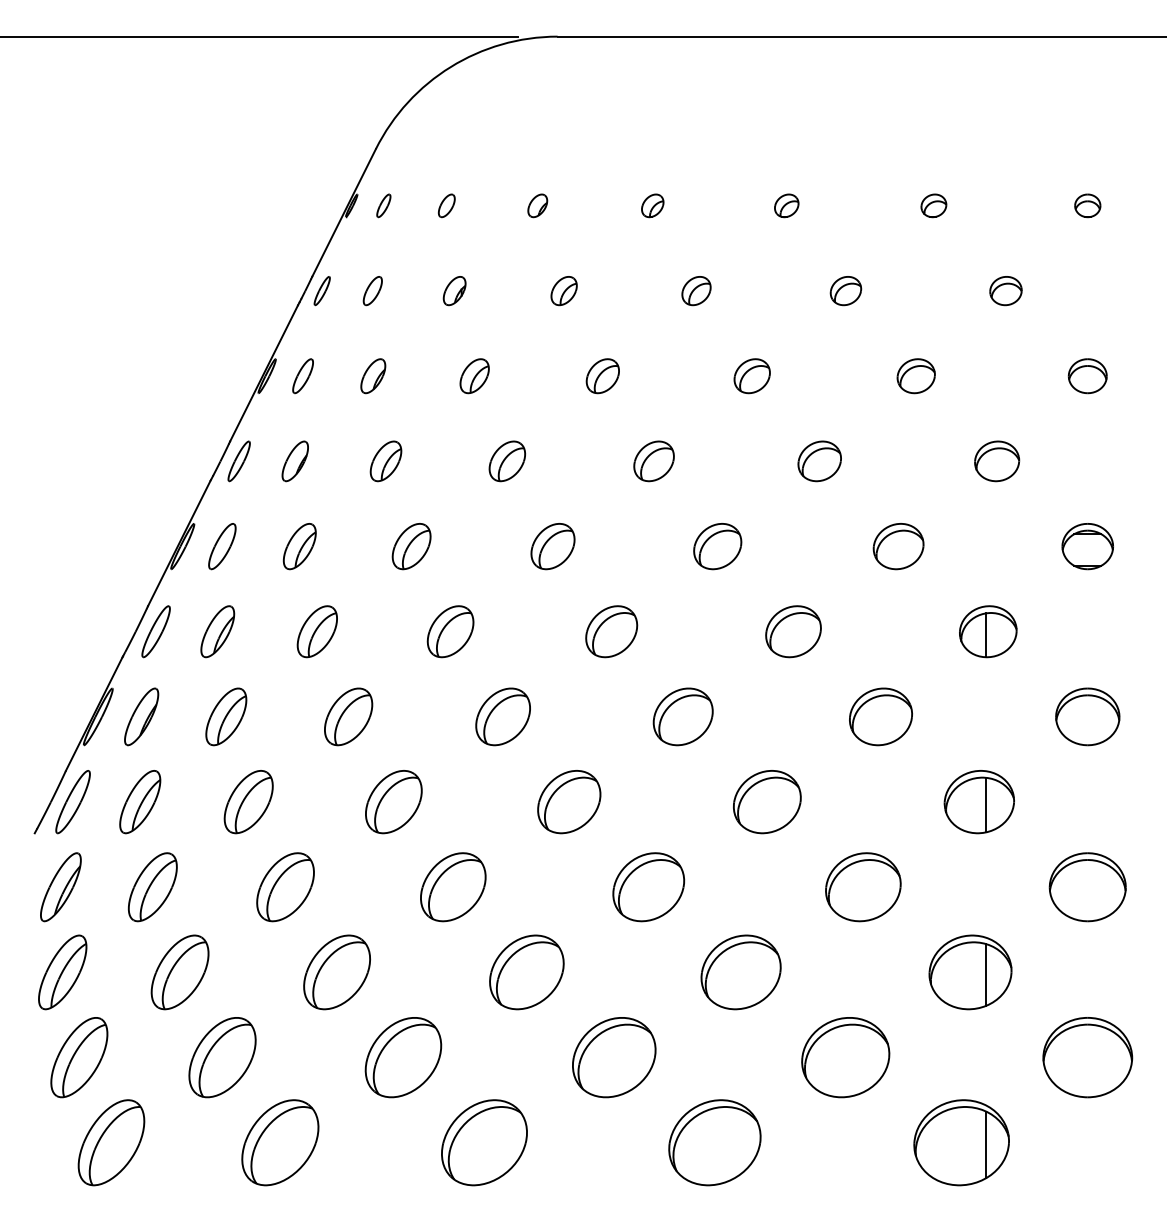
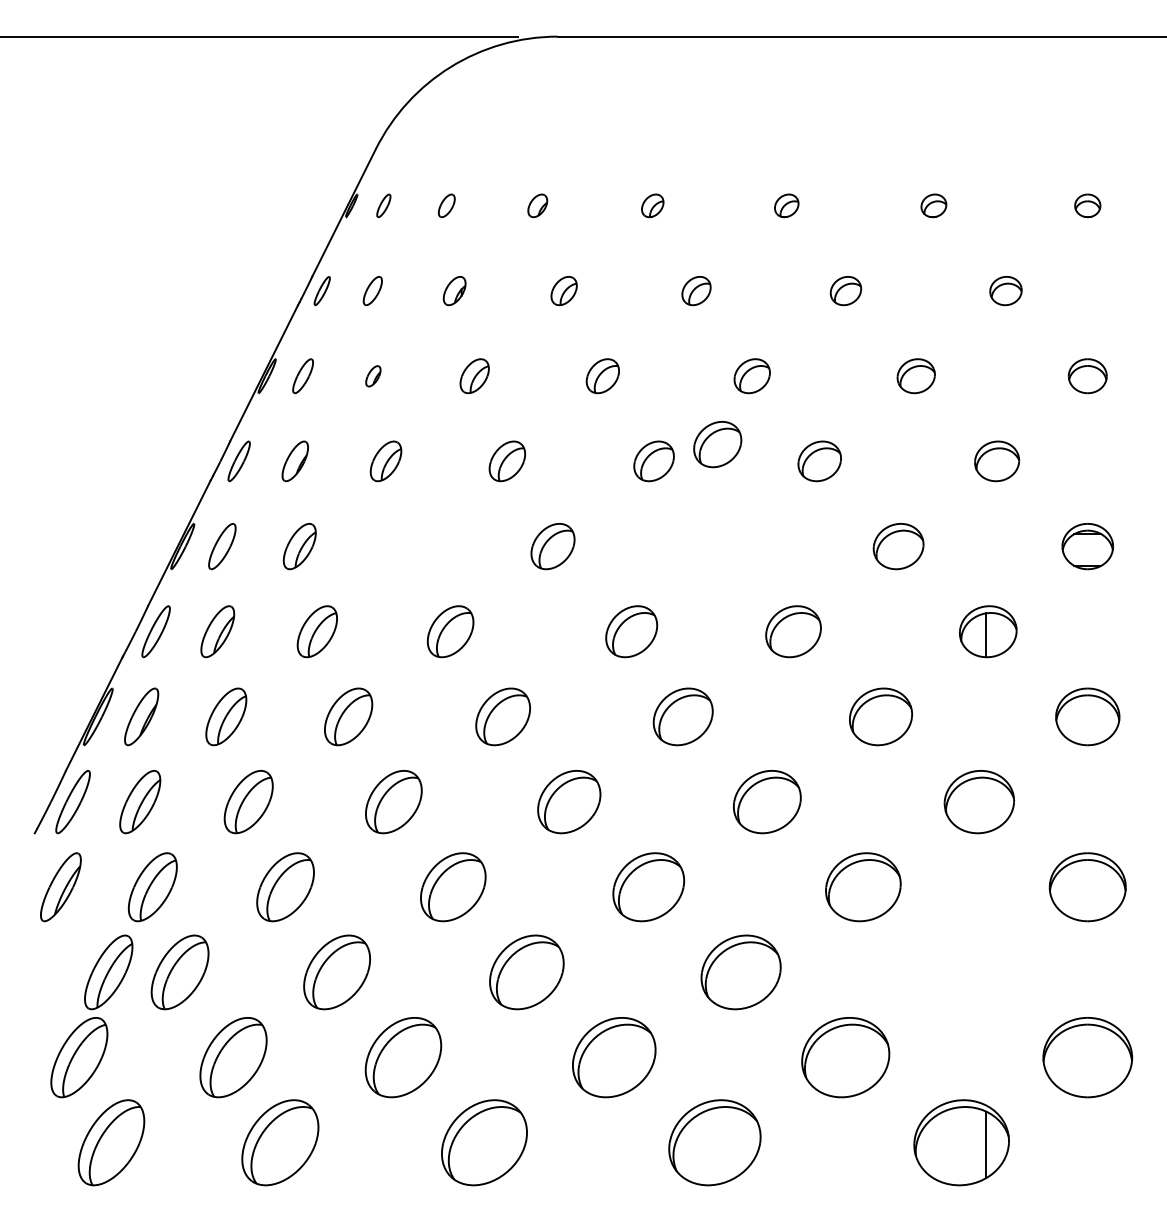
part at (373, 376) size: 27x37 px -> 17x23 px
part at (411, 546): present -> none
part at (717, 546) position: (717, 546) -> (717, 444)
part at (611, 631) position: (611, 631) -> (631, 631)
line at (986, 804): present -> none
part at (62, 972) position: (62, 972) -> (108, 972)
part at (970, 972): present -> none
part at (222, 1057) position: (222, 1057) -> (233, 1057)
